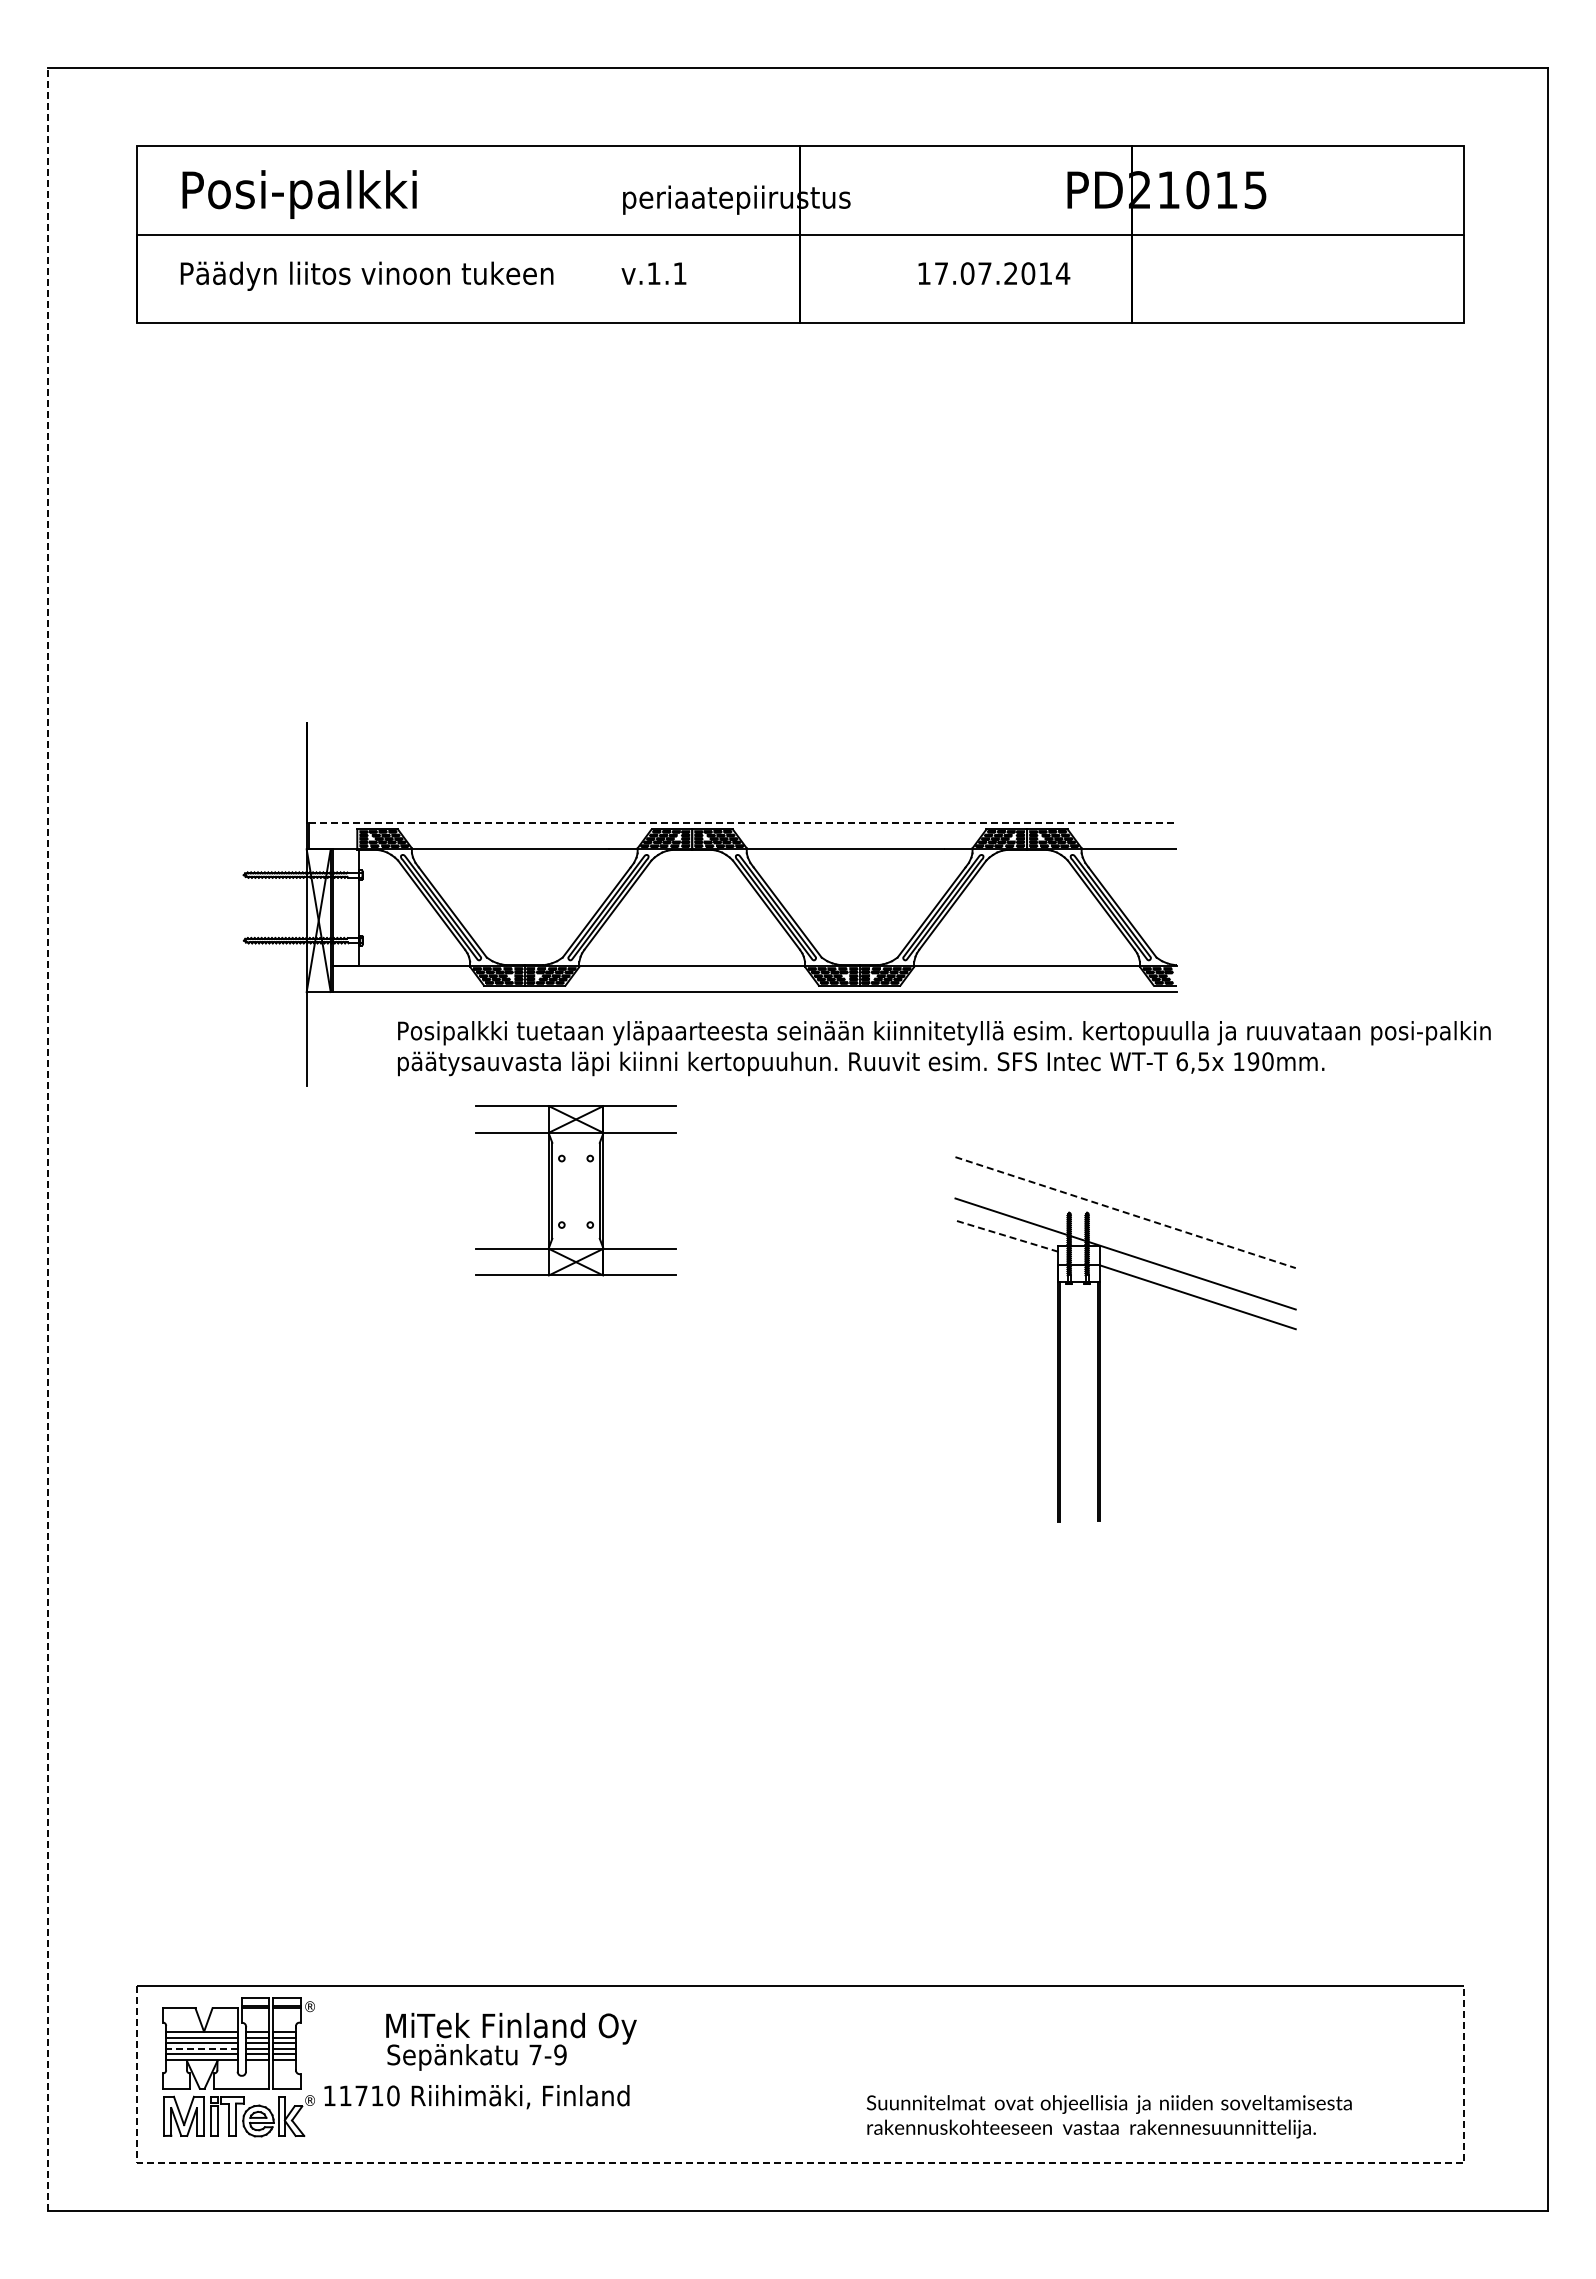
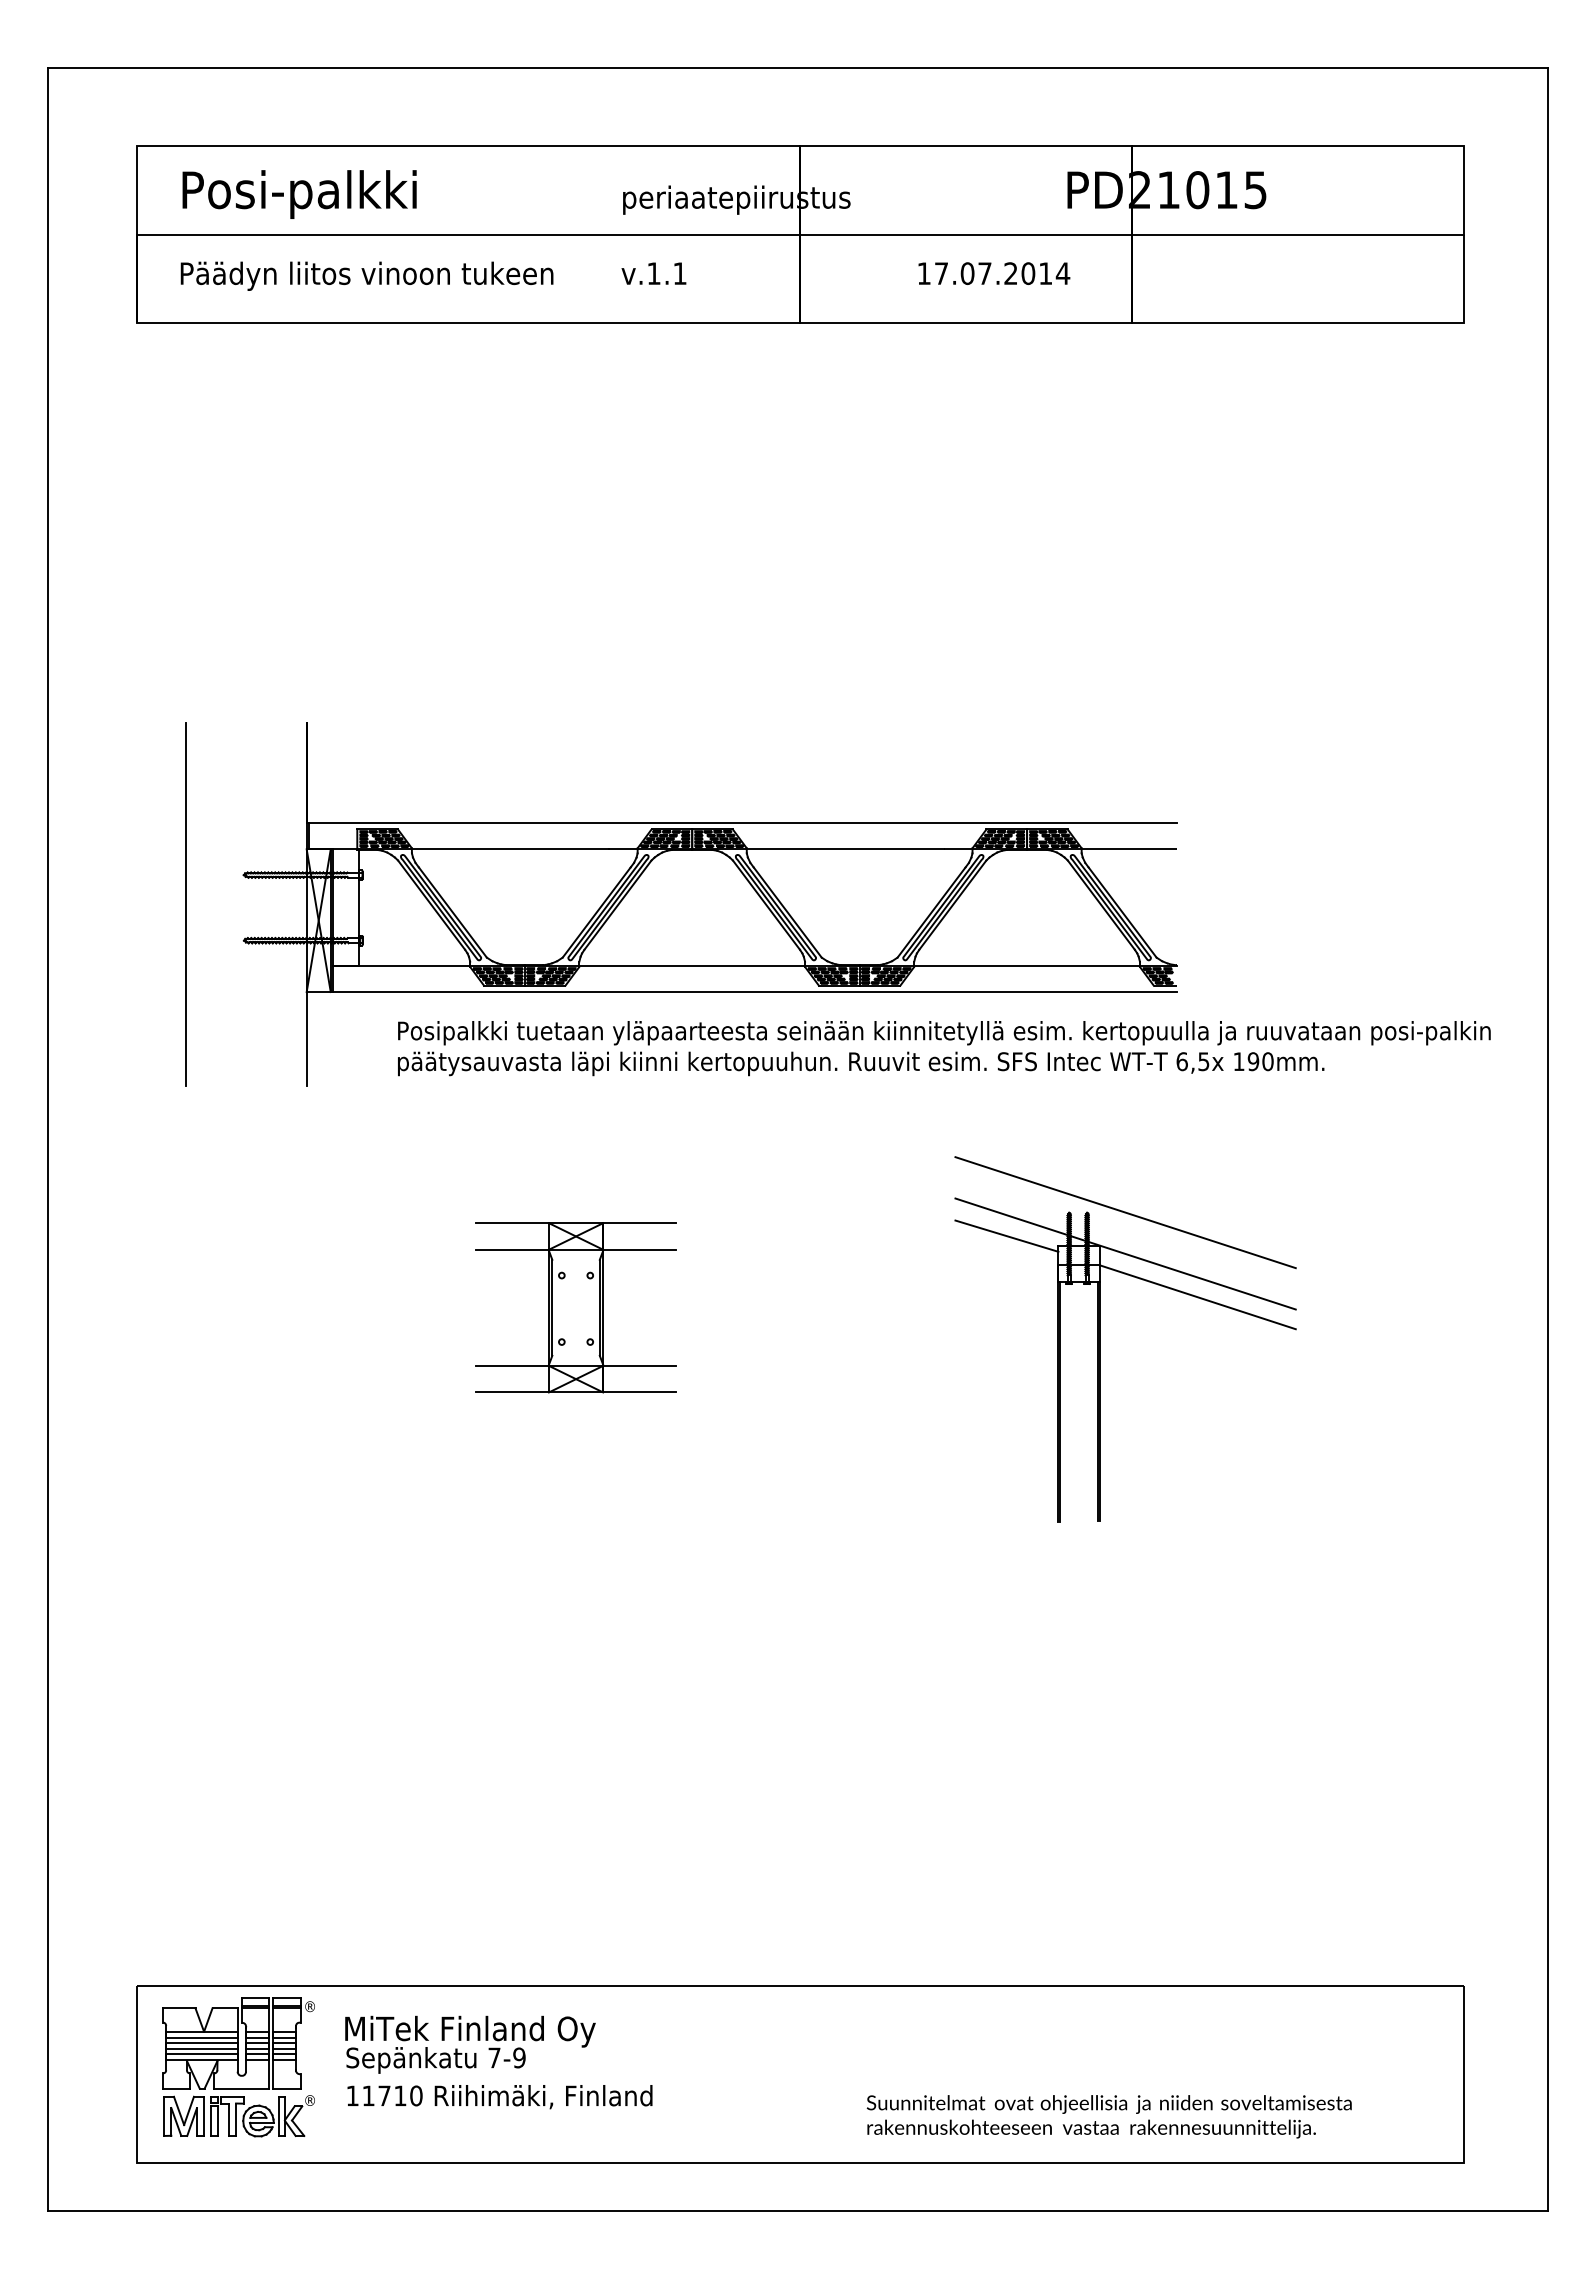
line at (743, 822): dashed -> solid
line at (185, 904): none -> present
line at (47, 1139): dashed -> solid
part at (575, 1190) position: (575, 1190) -> (575, 1307)
line at (1125, 1212): dashed -> solid
line at (1006, 1236): dashed -> solid
text at (511, 2041) position: (511, 2041) -> (470, 2044)
line at (201, 2049): dashed -> solid
text at (476, 2097) position: (476, 2097) -> (499, 2097)
line at (800, 2163): dashed -> solid
